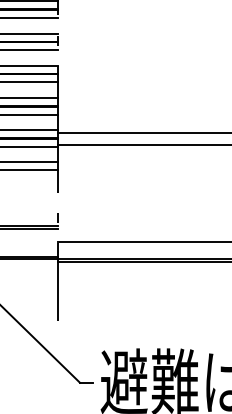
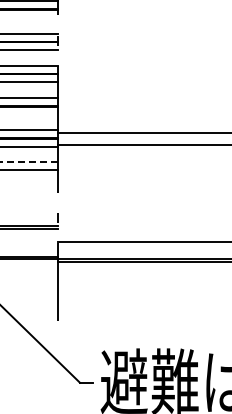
line at (29, 18): present -> none
line at (29, 114): present -> none
line at (28, 162): solid -> dashed
